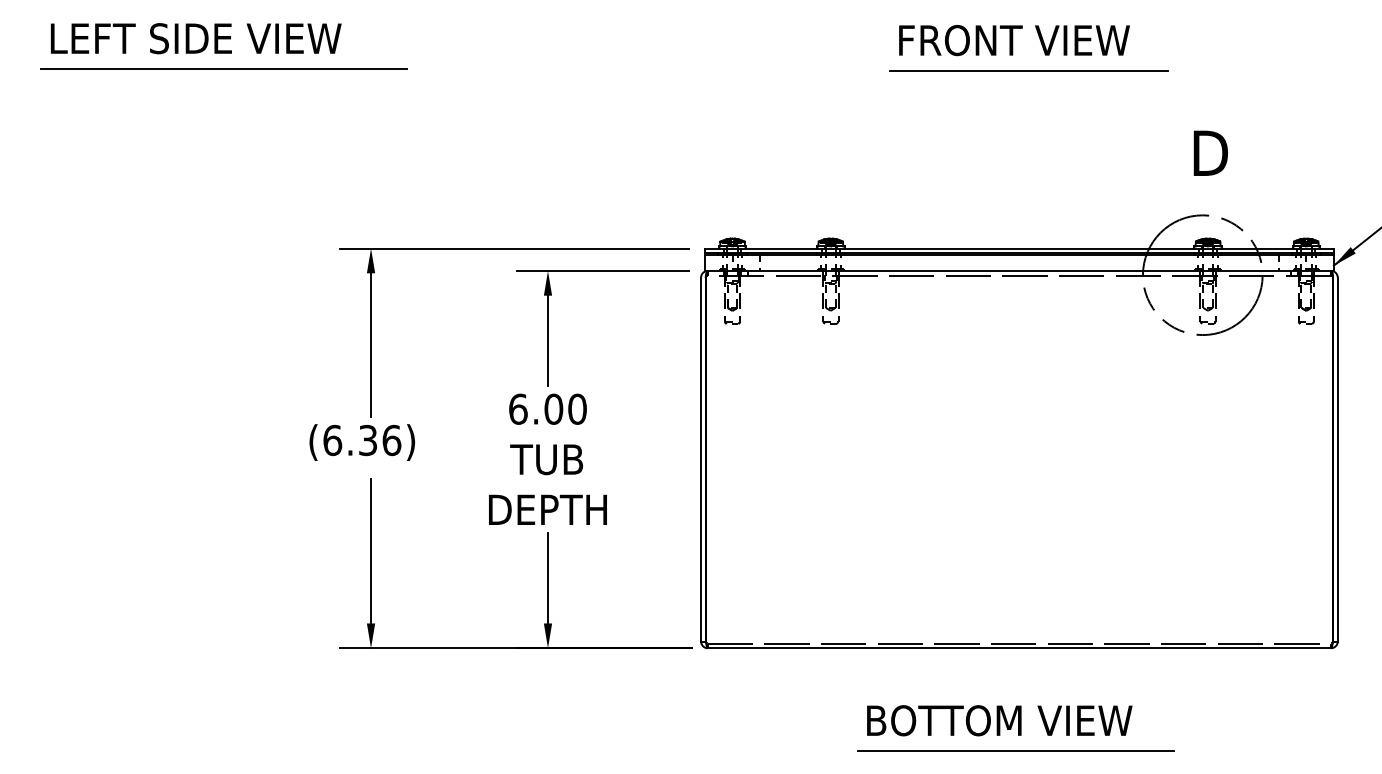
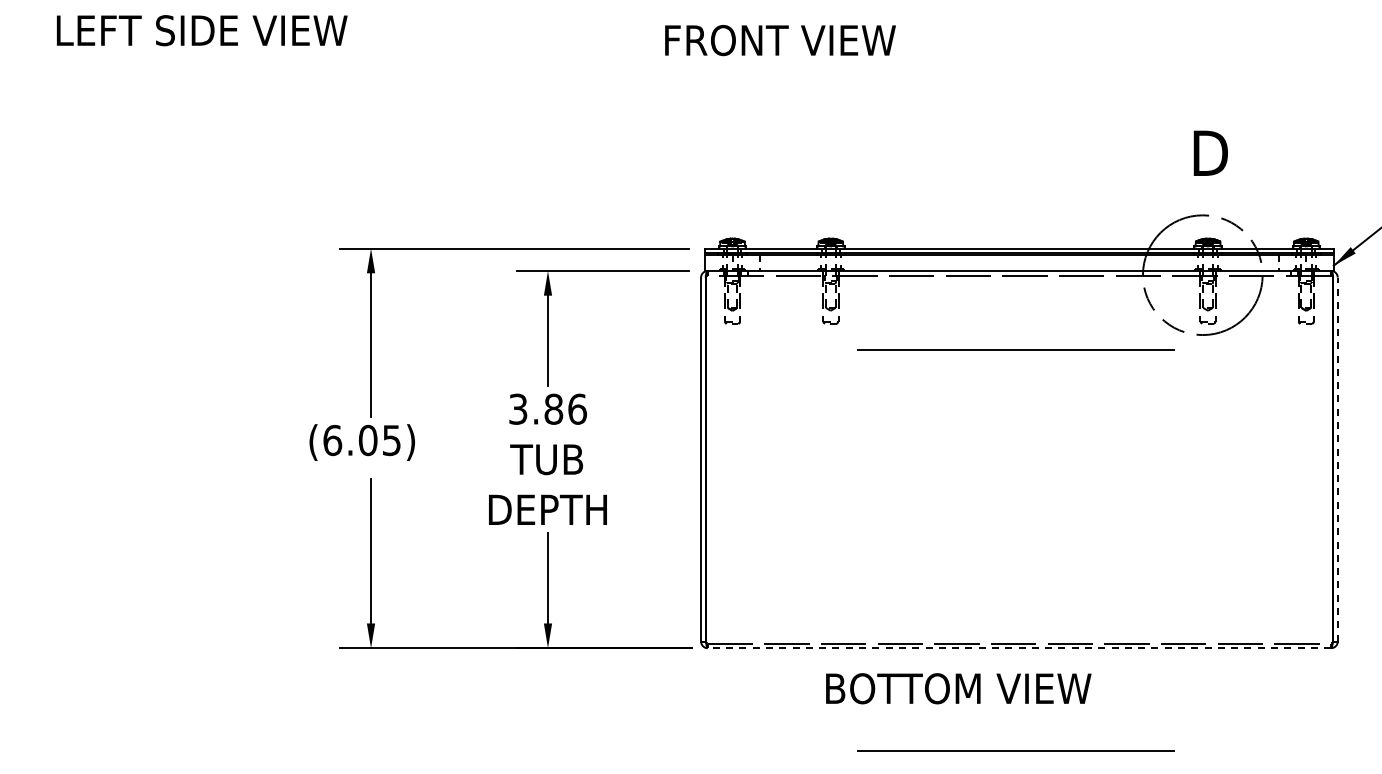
text at (196, 38) position: (196, 38) -> (202, 30)
text at (1014, 40) position: (1014, 40) -> (780, 40)
line at (223, 68): present -> none
line at (1028, 70): present -> none
line at (1015, 349): none -> present
text at (548, 408): 6.00 -> 3.86
text at (379, 440): (6.36) -> (6.05)
line at (1337, 459): solid -> dashed
line at (1019, 648): solid -> dashed
text at (999, 720) position: (999, 720) -> (958, 688)
